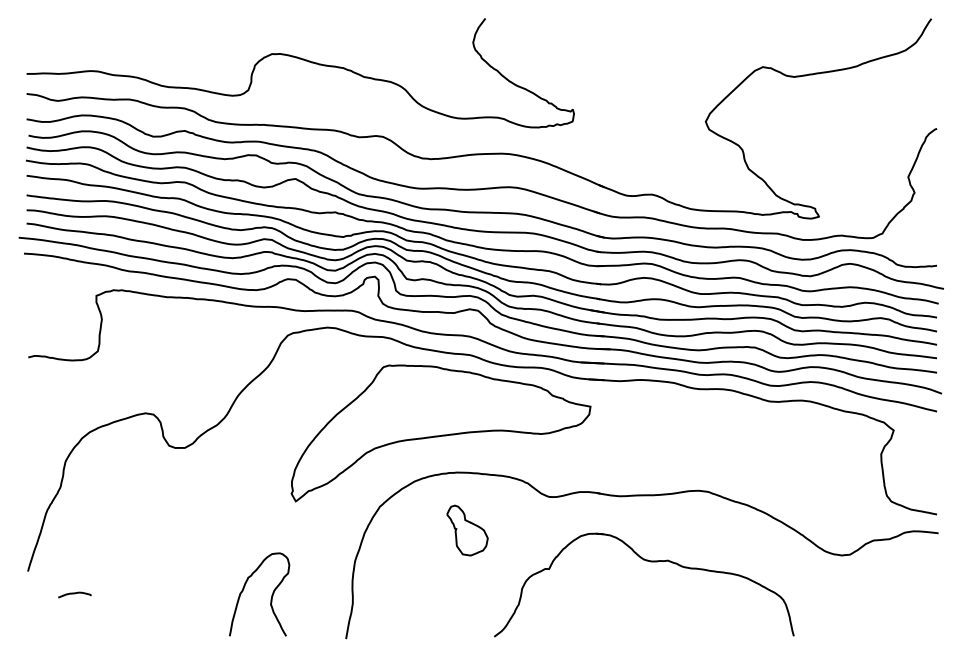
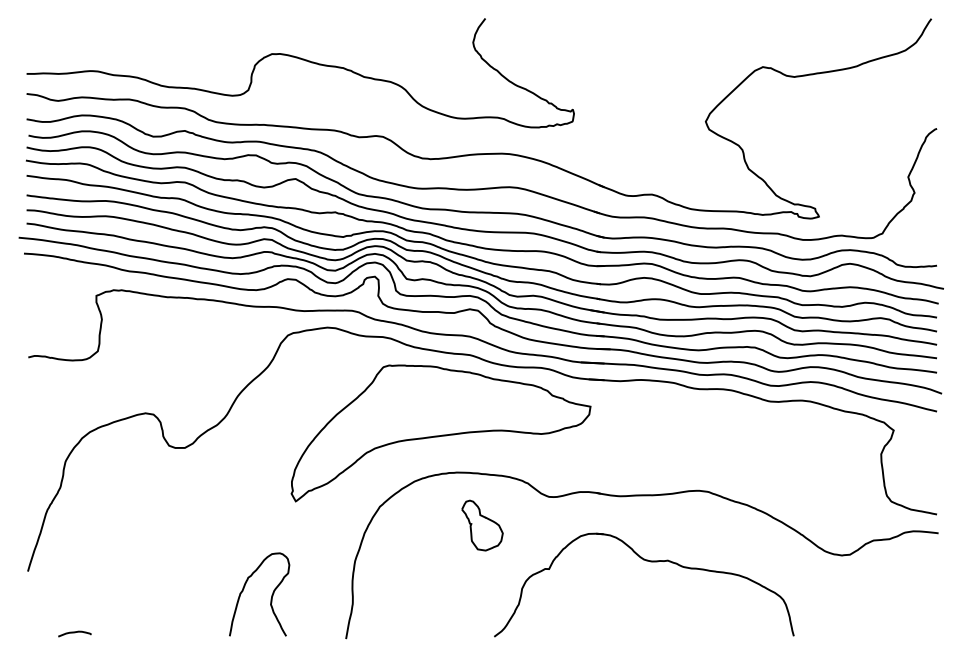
part at (467, 530) position: (467, 530) -> (482, 525)
curve at (74, 594) position: (74, 594) -> (74, 633)
